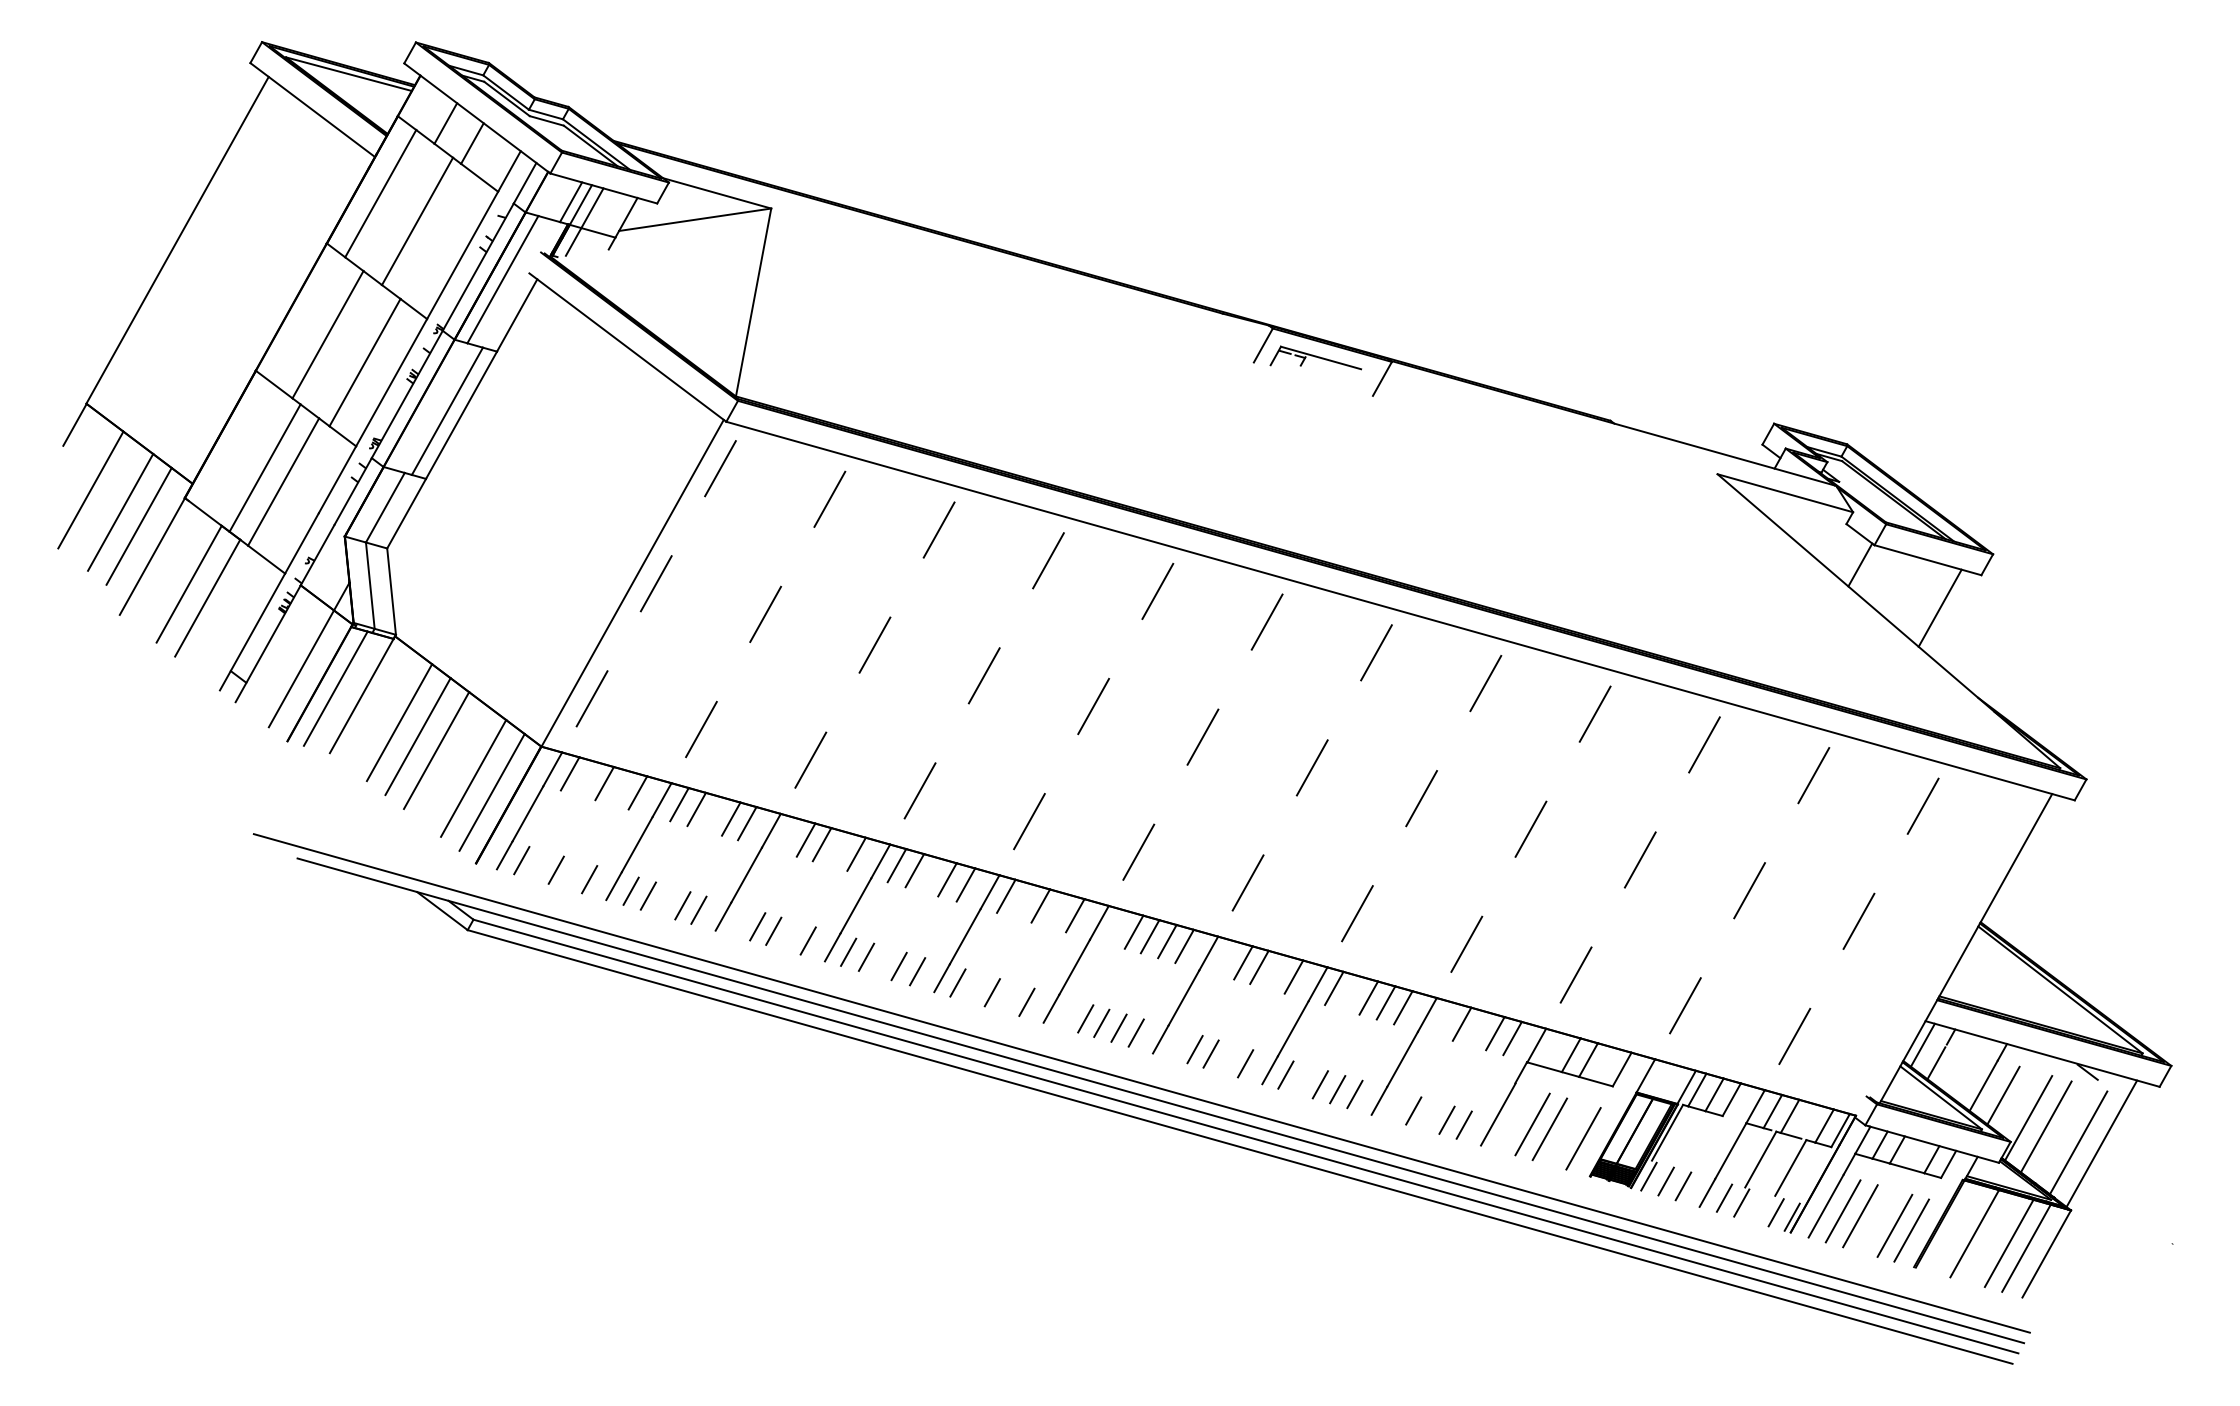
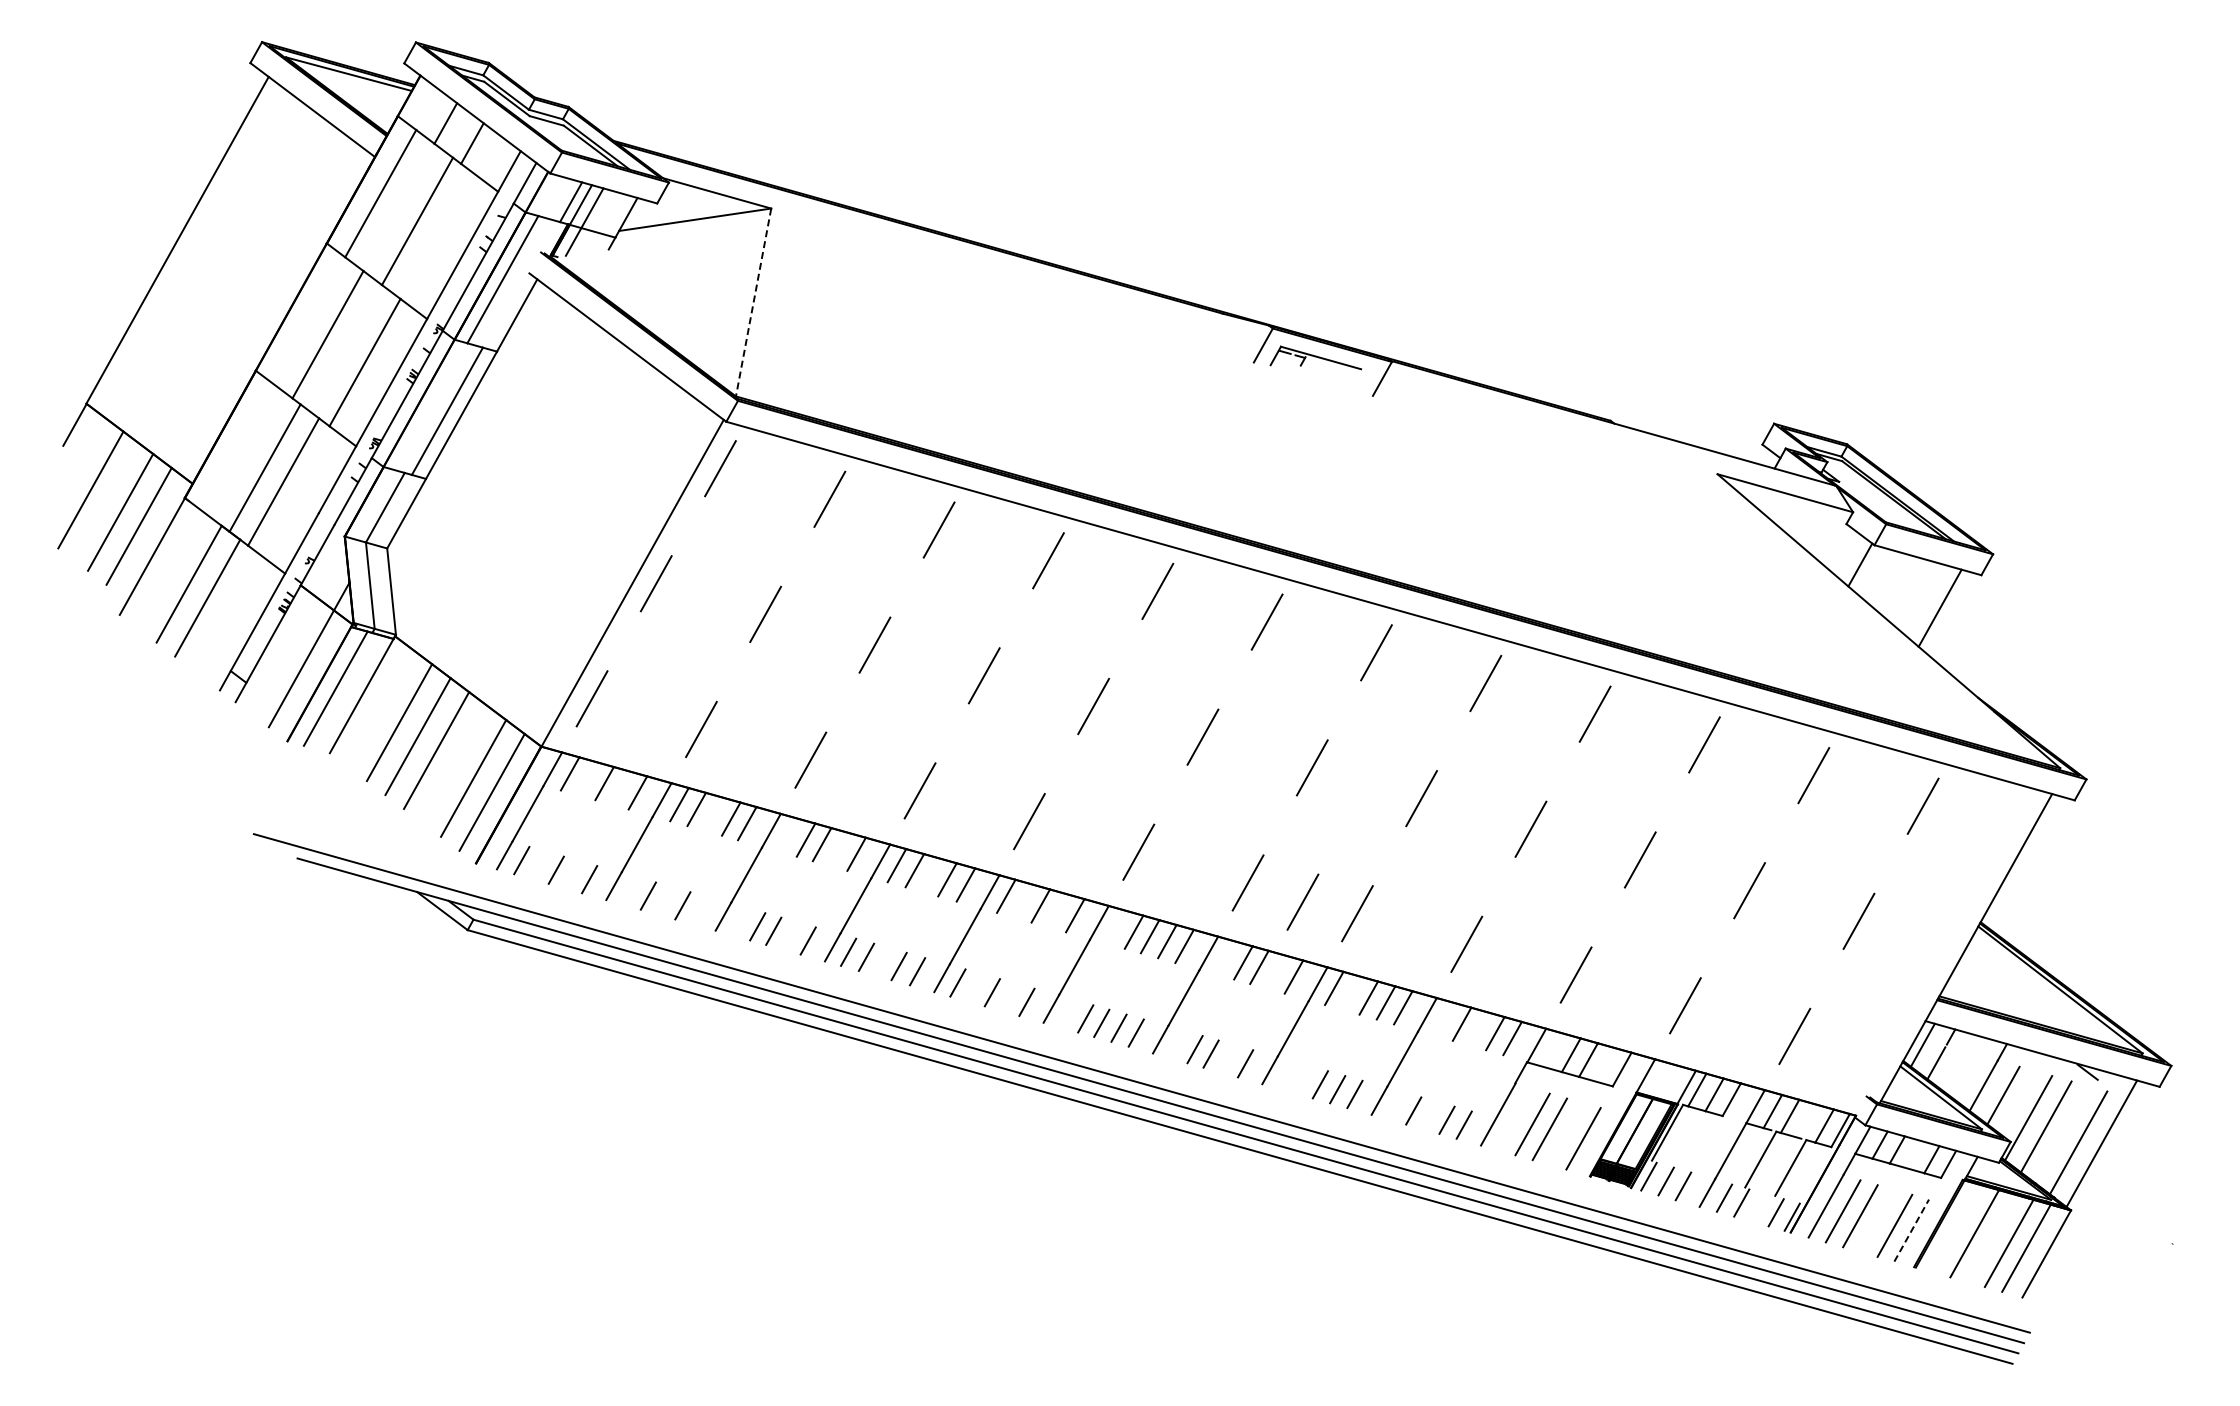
line at (753, 302): solid -> dashed
line at (630, 890): present -> none
line at (1302, 901): none -> present
line at (698, 909): present -> none
line at (1285, 1074): present -> none
line at (1911, 1230): solid -> dashed
